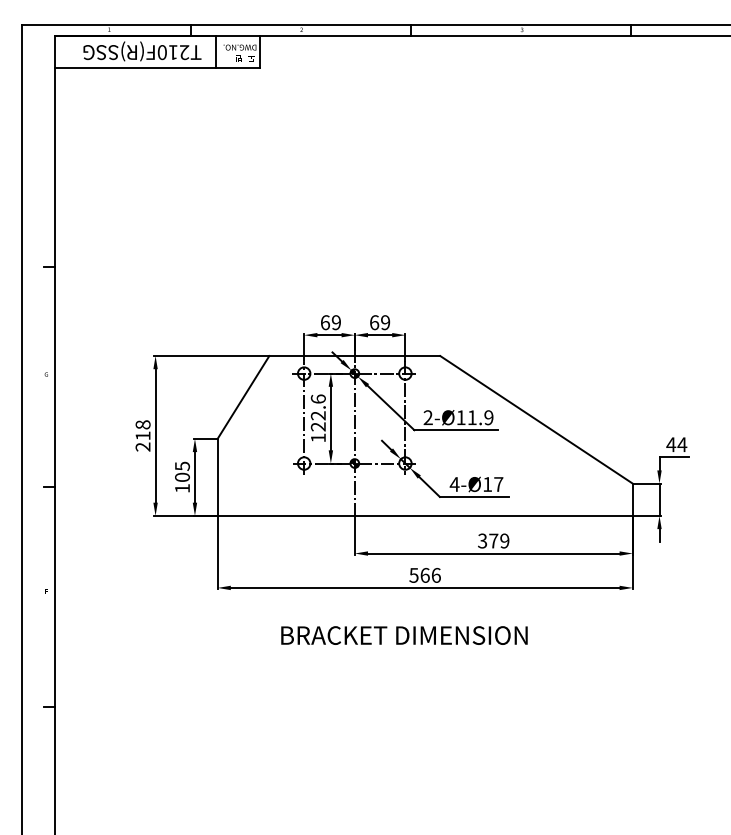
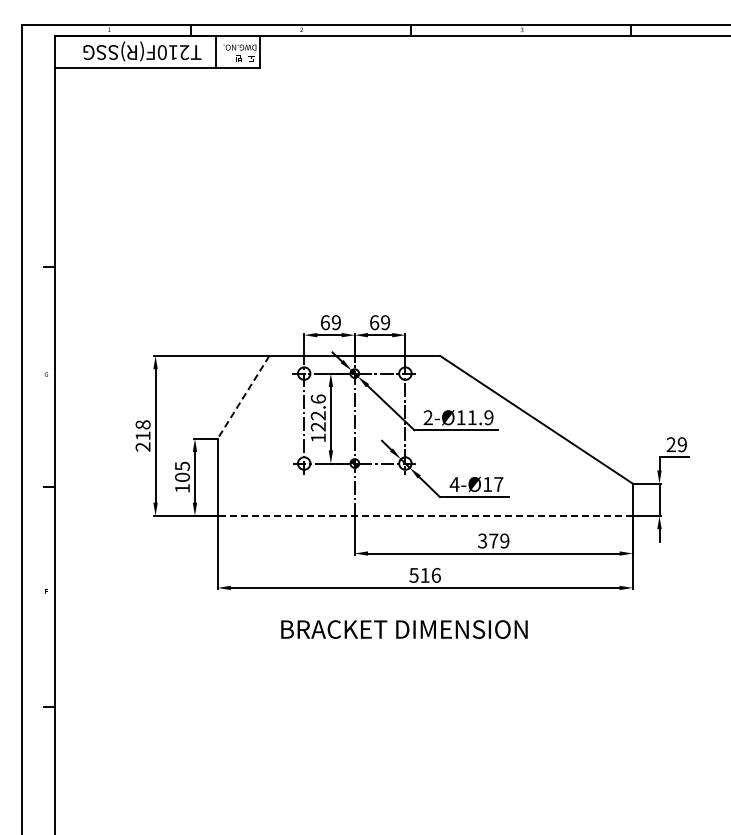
line at (243, 397): solid -> dashed
text at (676, 444): 44 -> 29
line at (425, 515): solid -> dashed
text at (424, 574): 566 -> 516
text at (404, 635) position: (404, 635) -> (404, 629)
